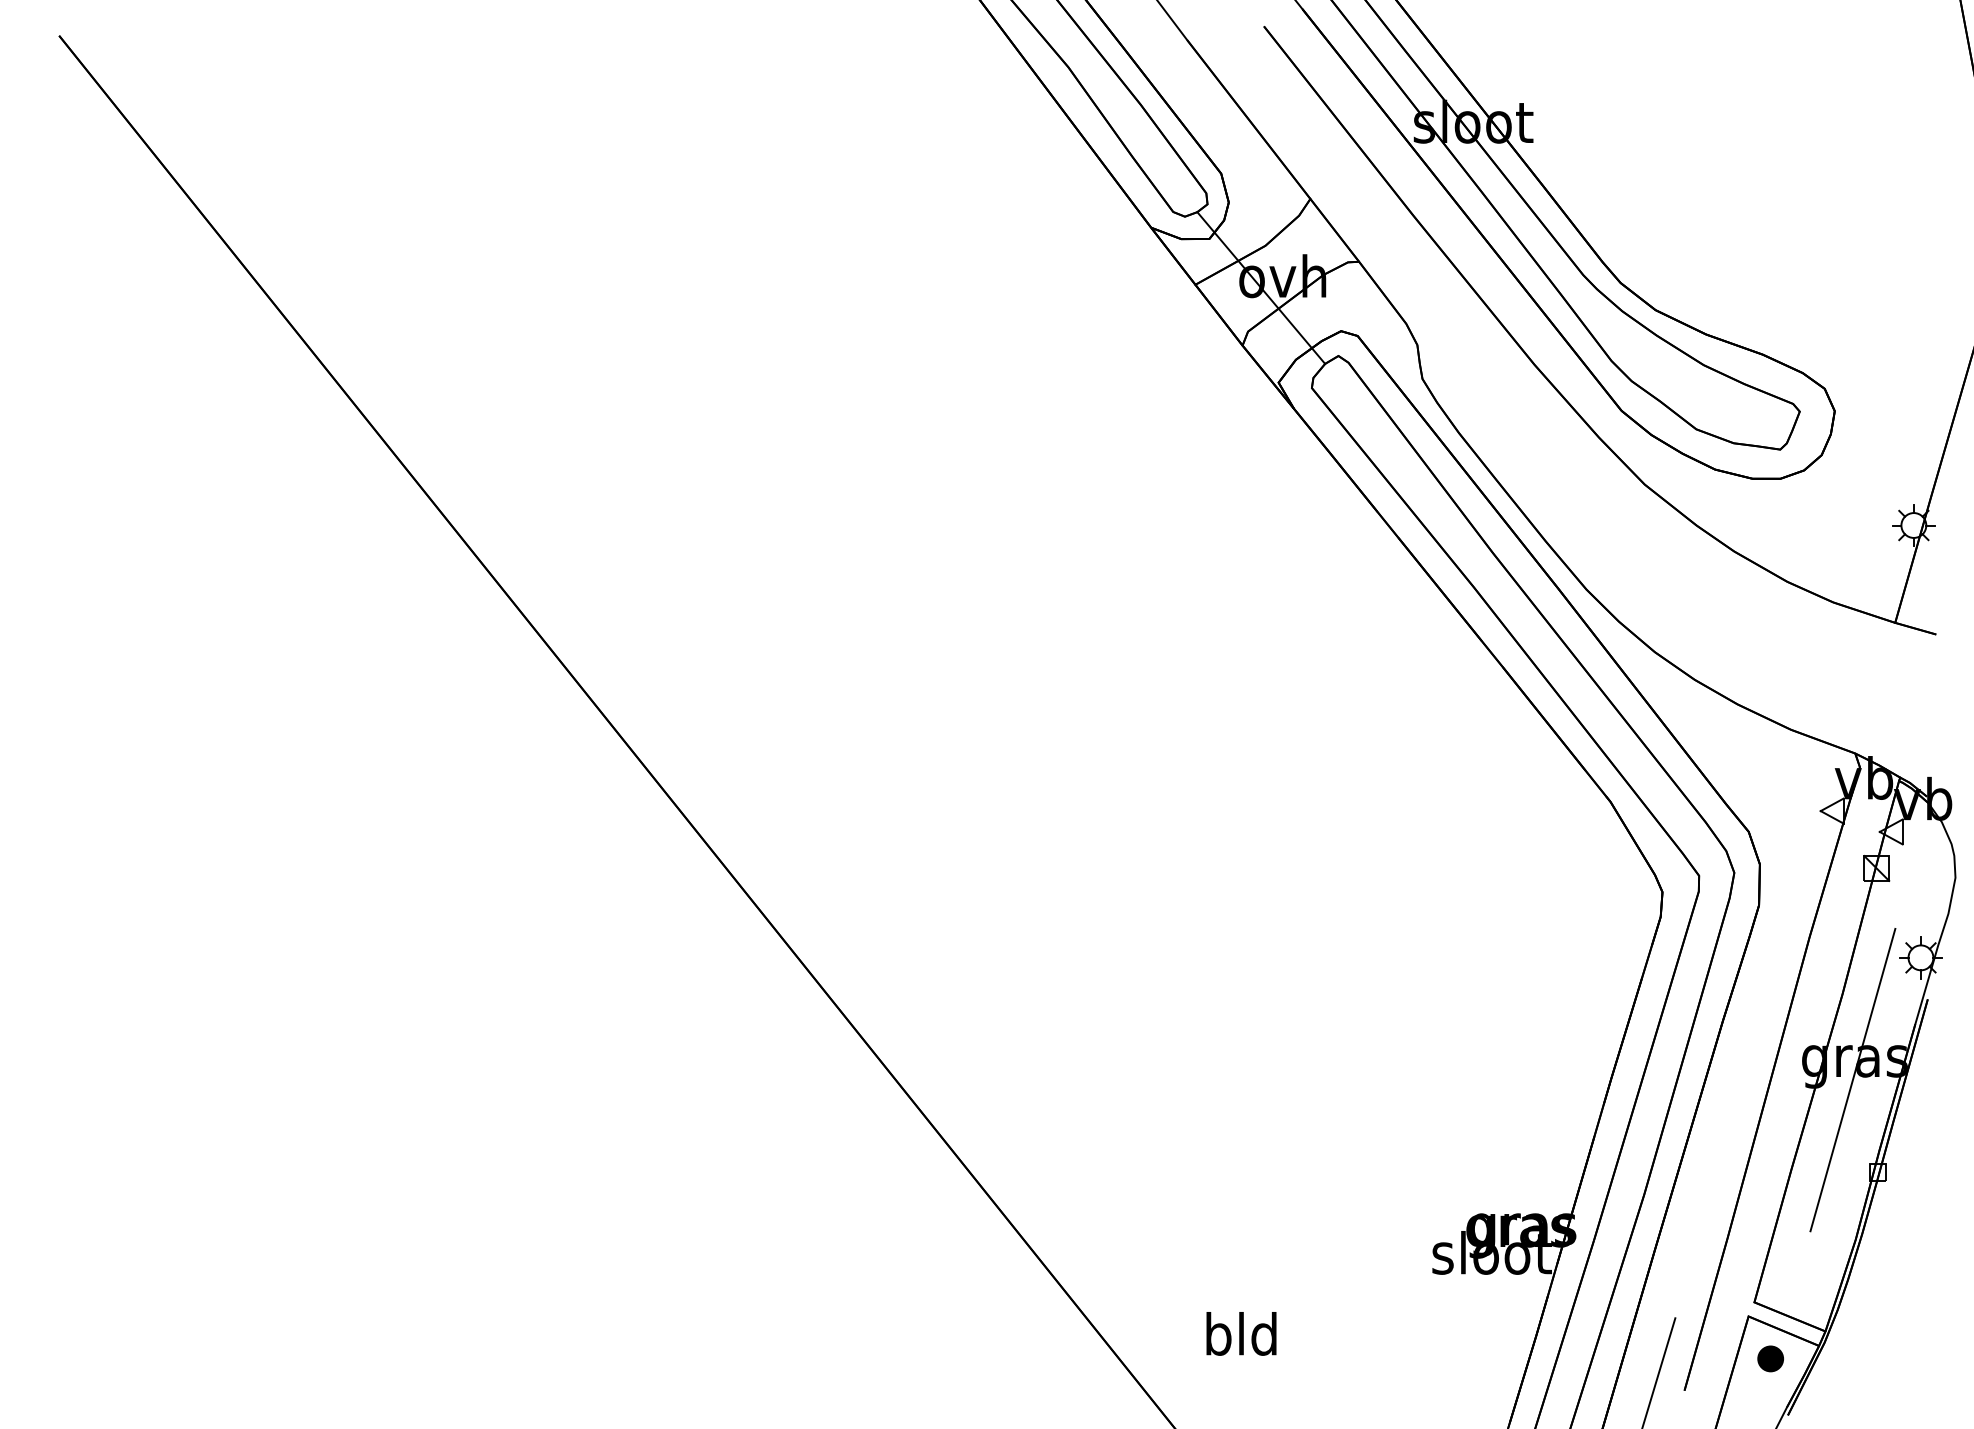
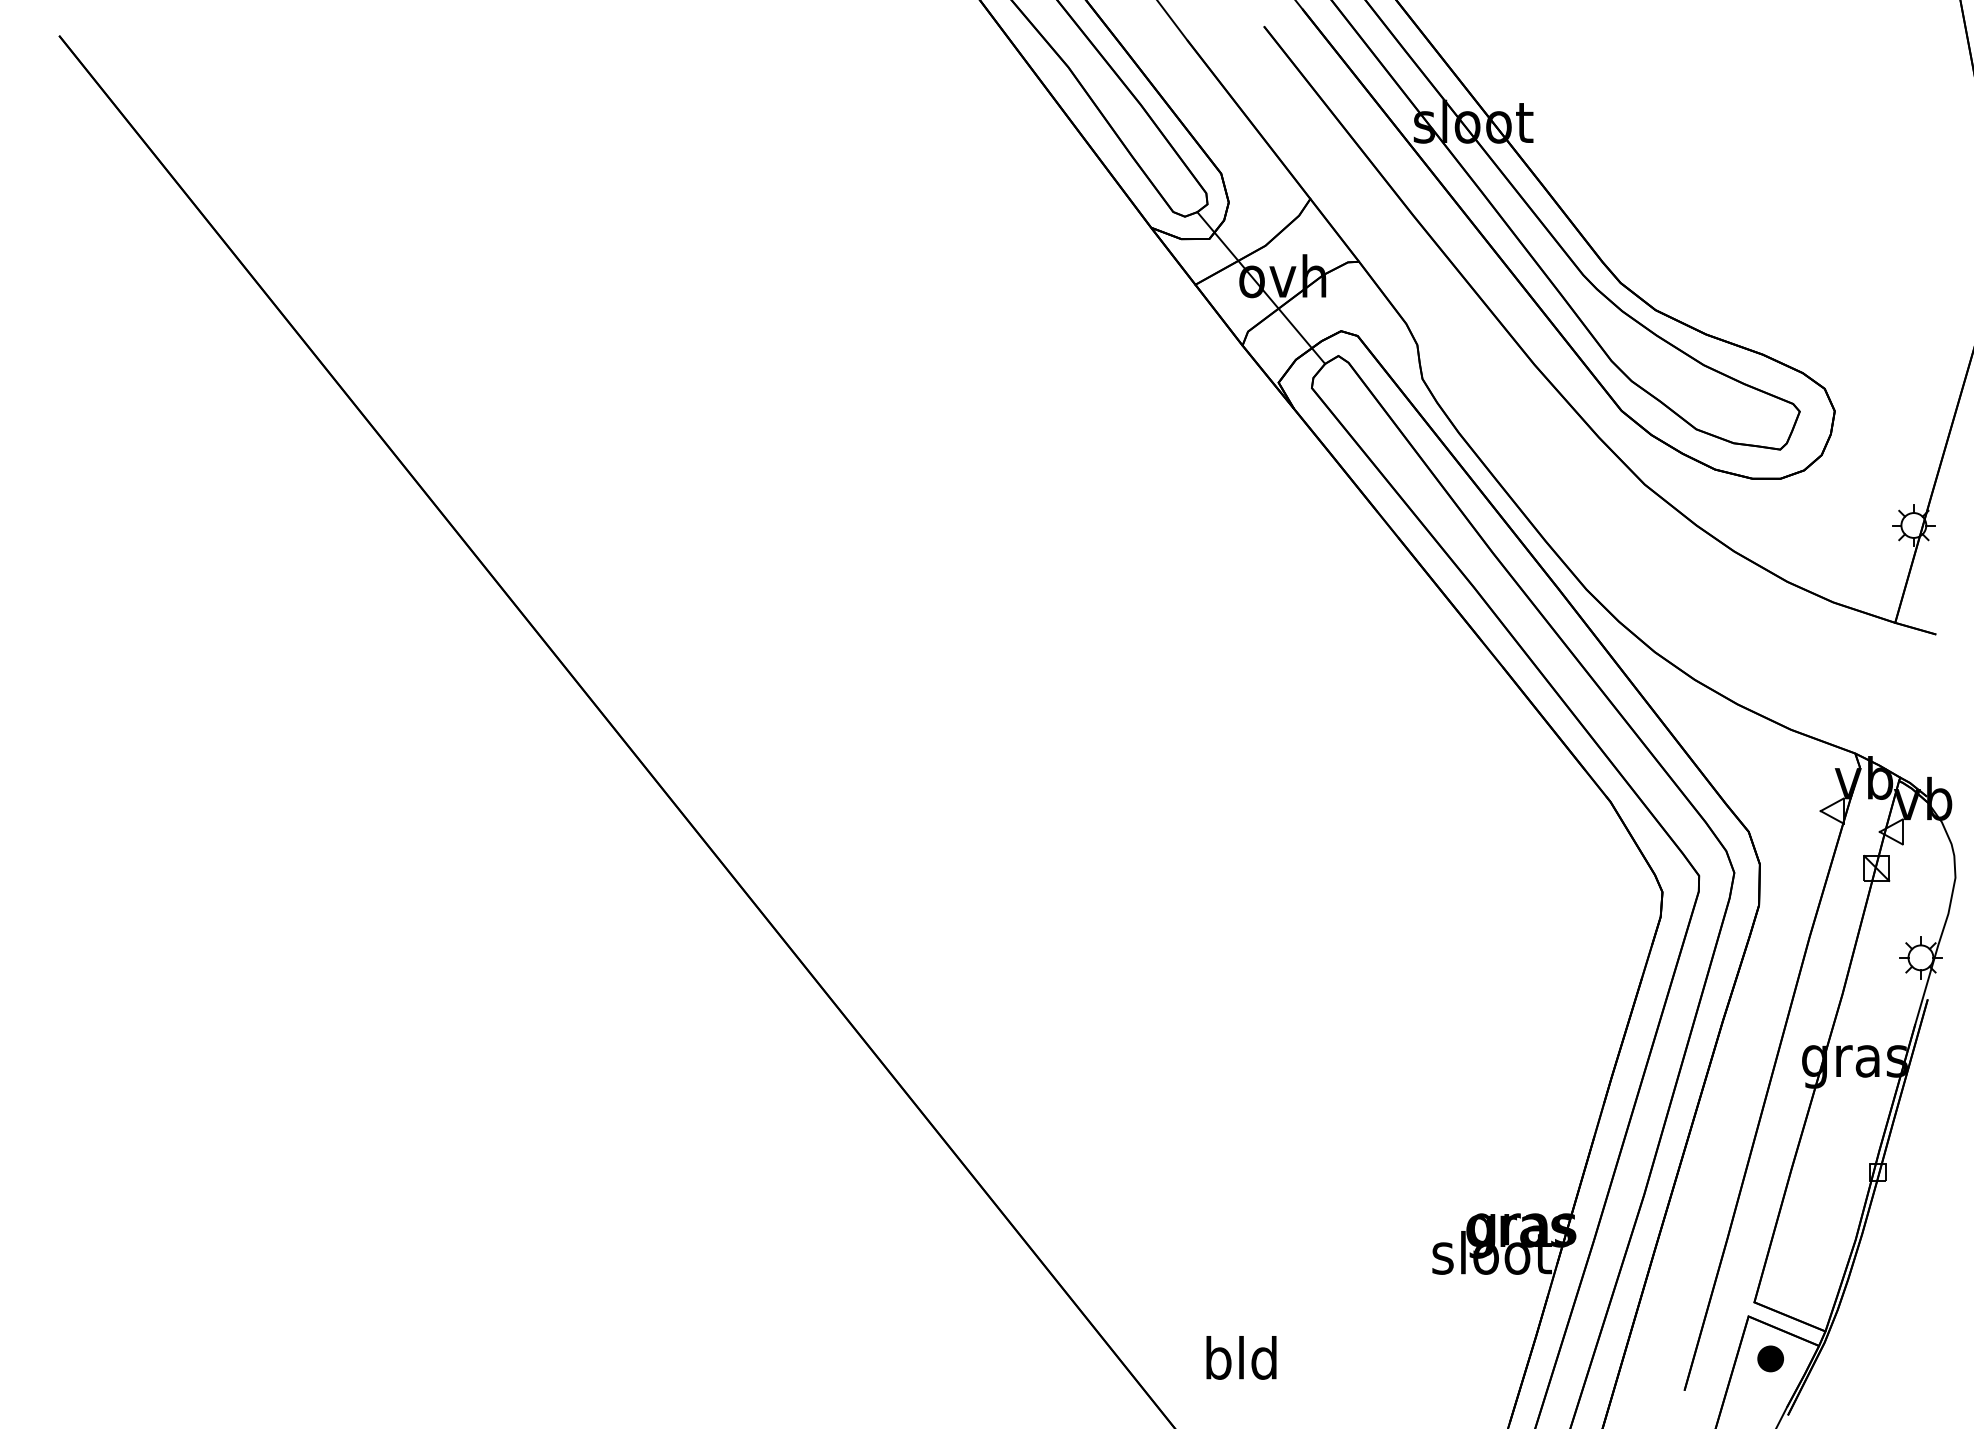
line at (1852, 1079): present -> none
text at (1241, 1333) position: (1241, 1333) -> (1241, 1357)
line at (1659, 1371): present -> none
